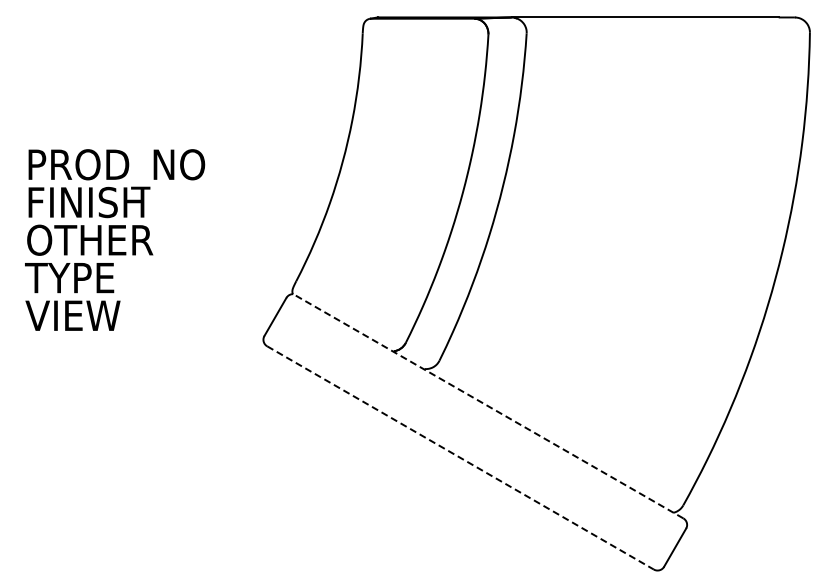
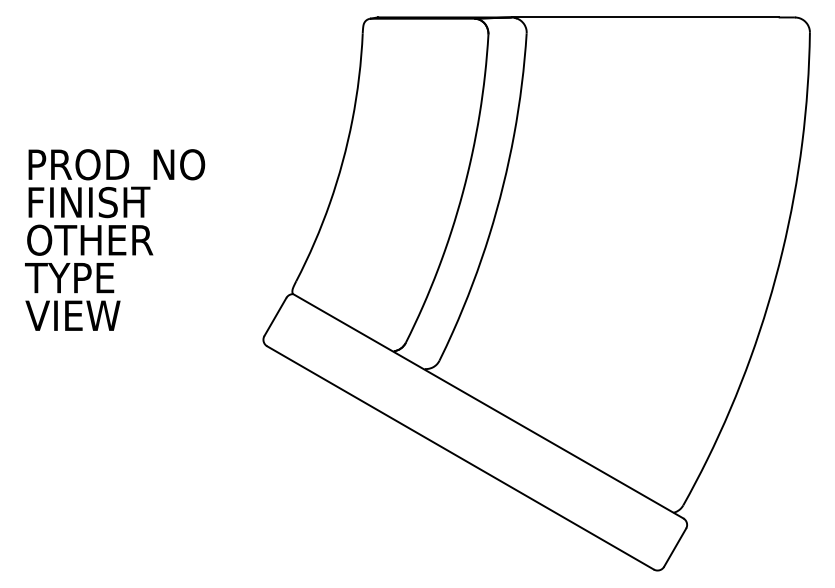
line at (488, 406): dashed -> solid
line at (460, 458): dashed -> solid
